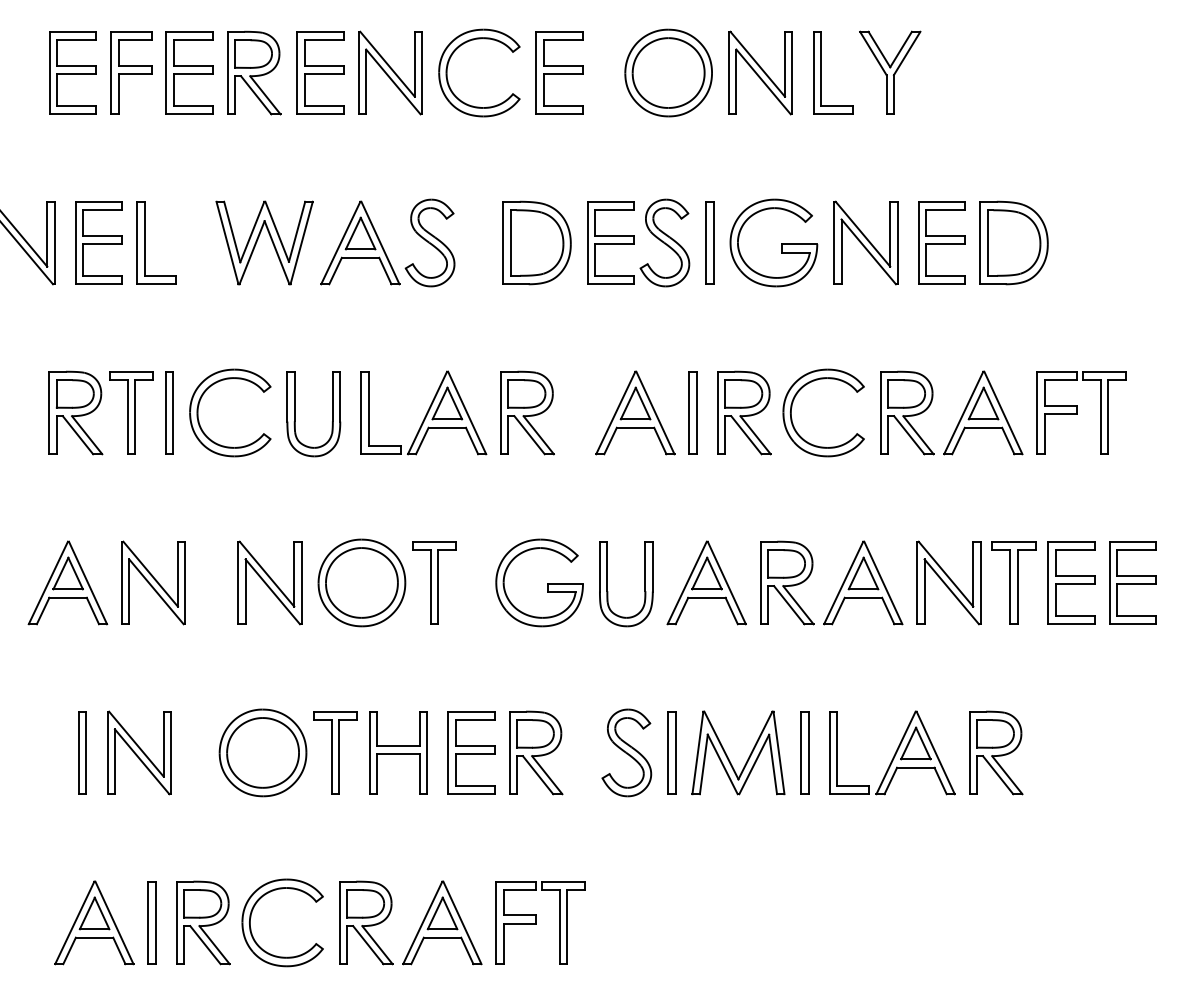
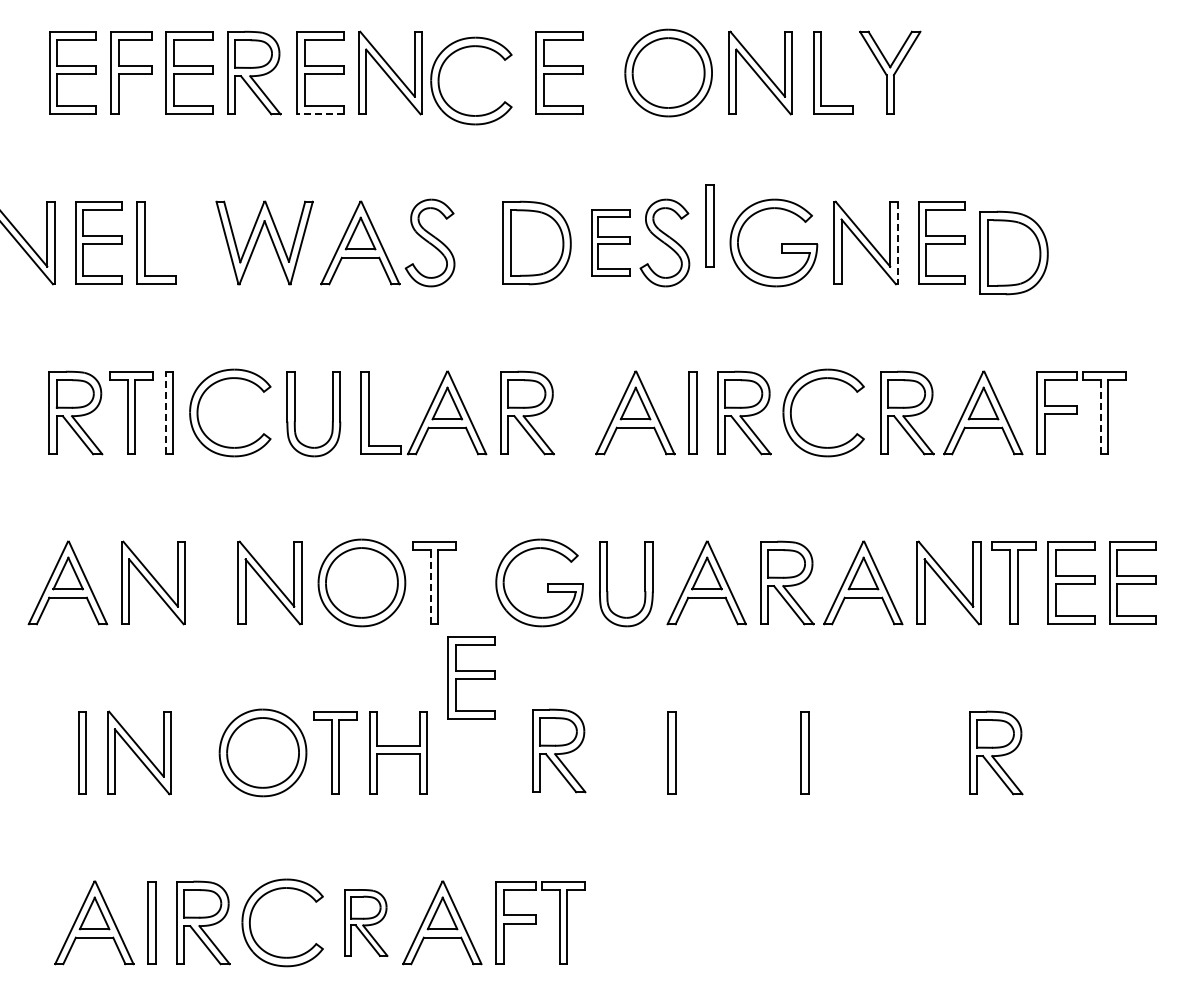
part at (448, 66) position: (448, 66) -> (440, 74)
line at (320, 114): solid -> dashed
part at (610, 242) size: 48x84 px -> 40x68 px
part at (709, 242) position: (709, 242) -> (709, 225)
part at (1013, 242) position: (1013, 242) -> (1013, 252)
line at (897, 243): solid -> dashed
line at (165, 412): solid -> dashed
line at (1100, 416): solid -> dashed
line at (430, 586): solid -> dashed
part at (471, 752) position: (471, 752) -> (471, 677)
part at (536, 752) position: (536, 752) -> (559, 750)
part at (626, 752): present -> none
part at (892, 752): present -> none
part at (748, 756): present -> none
part at (366, 922) size: 55x86 px -> 45x68 px
